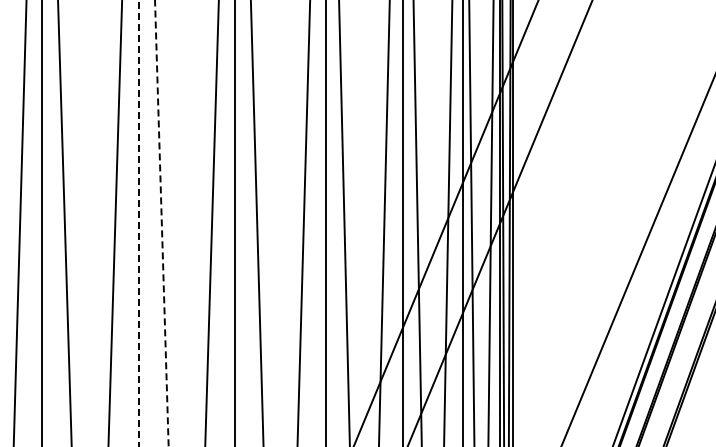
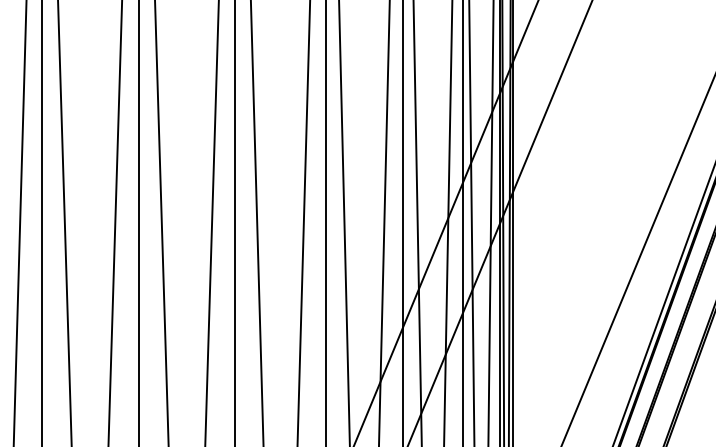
line at (138, 223): dashed -> solid
line at (161, 223): dashed -> solid
